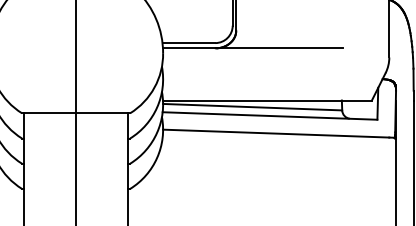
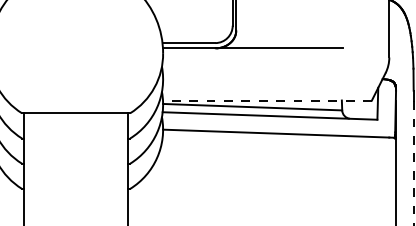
line at (266, 100): solid -> dashed
line at (76, 112): present -> none
line at (413, 163): solid -> dashed
